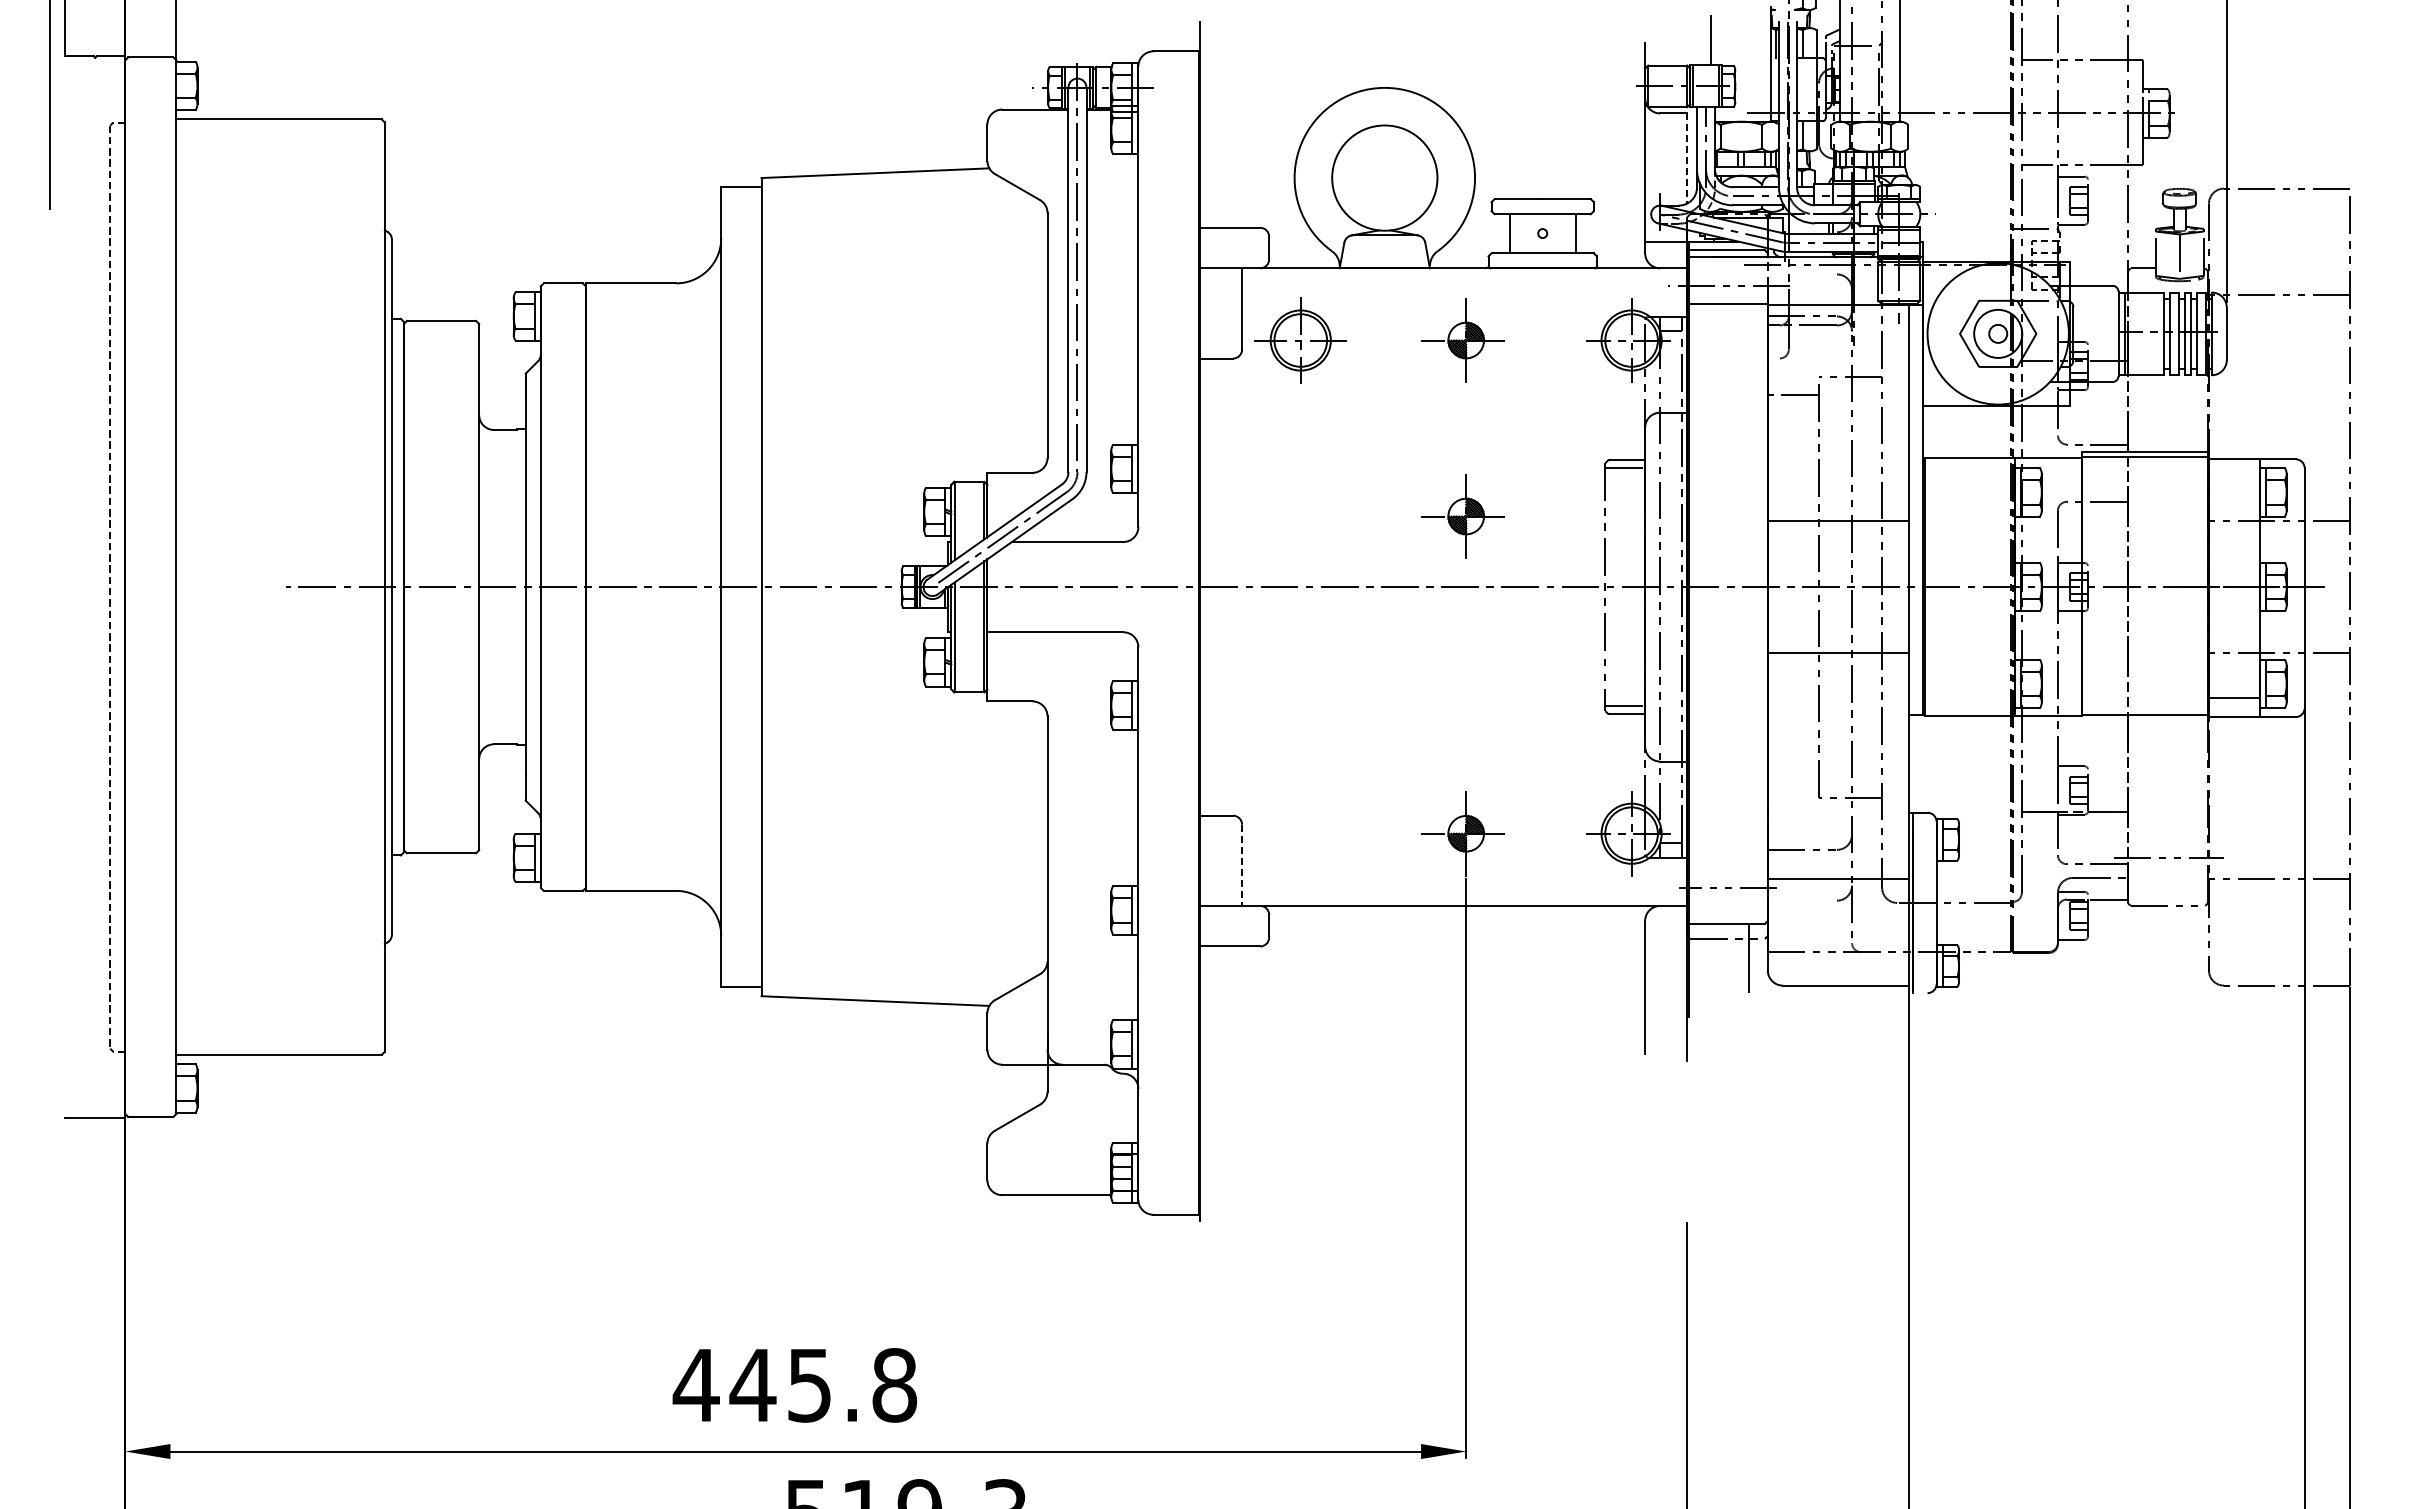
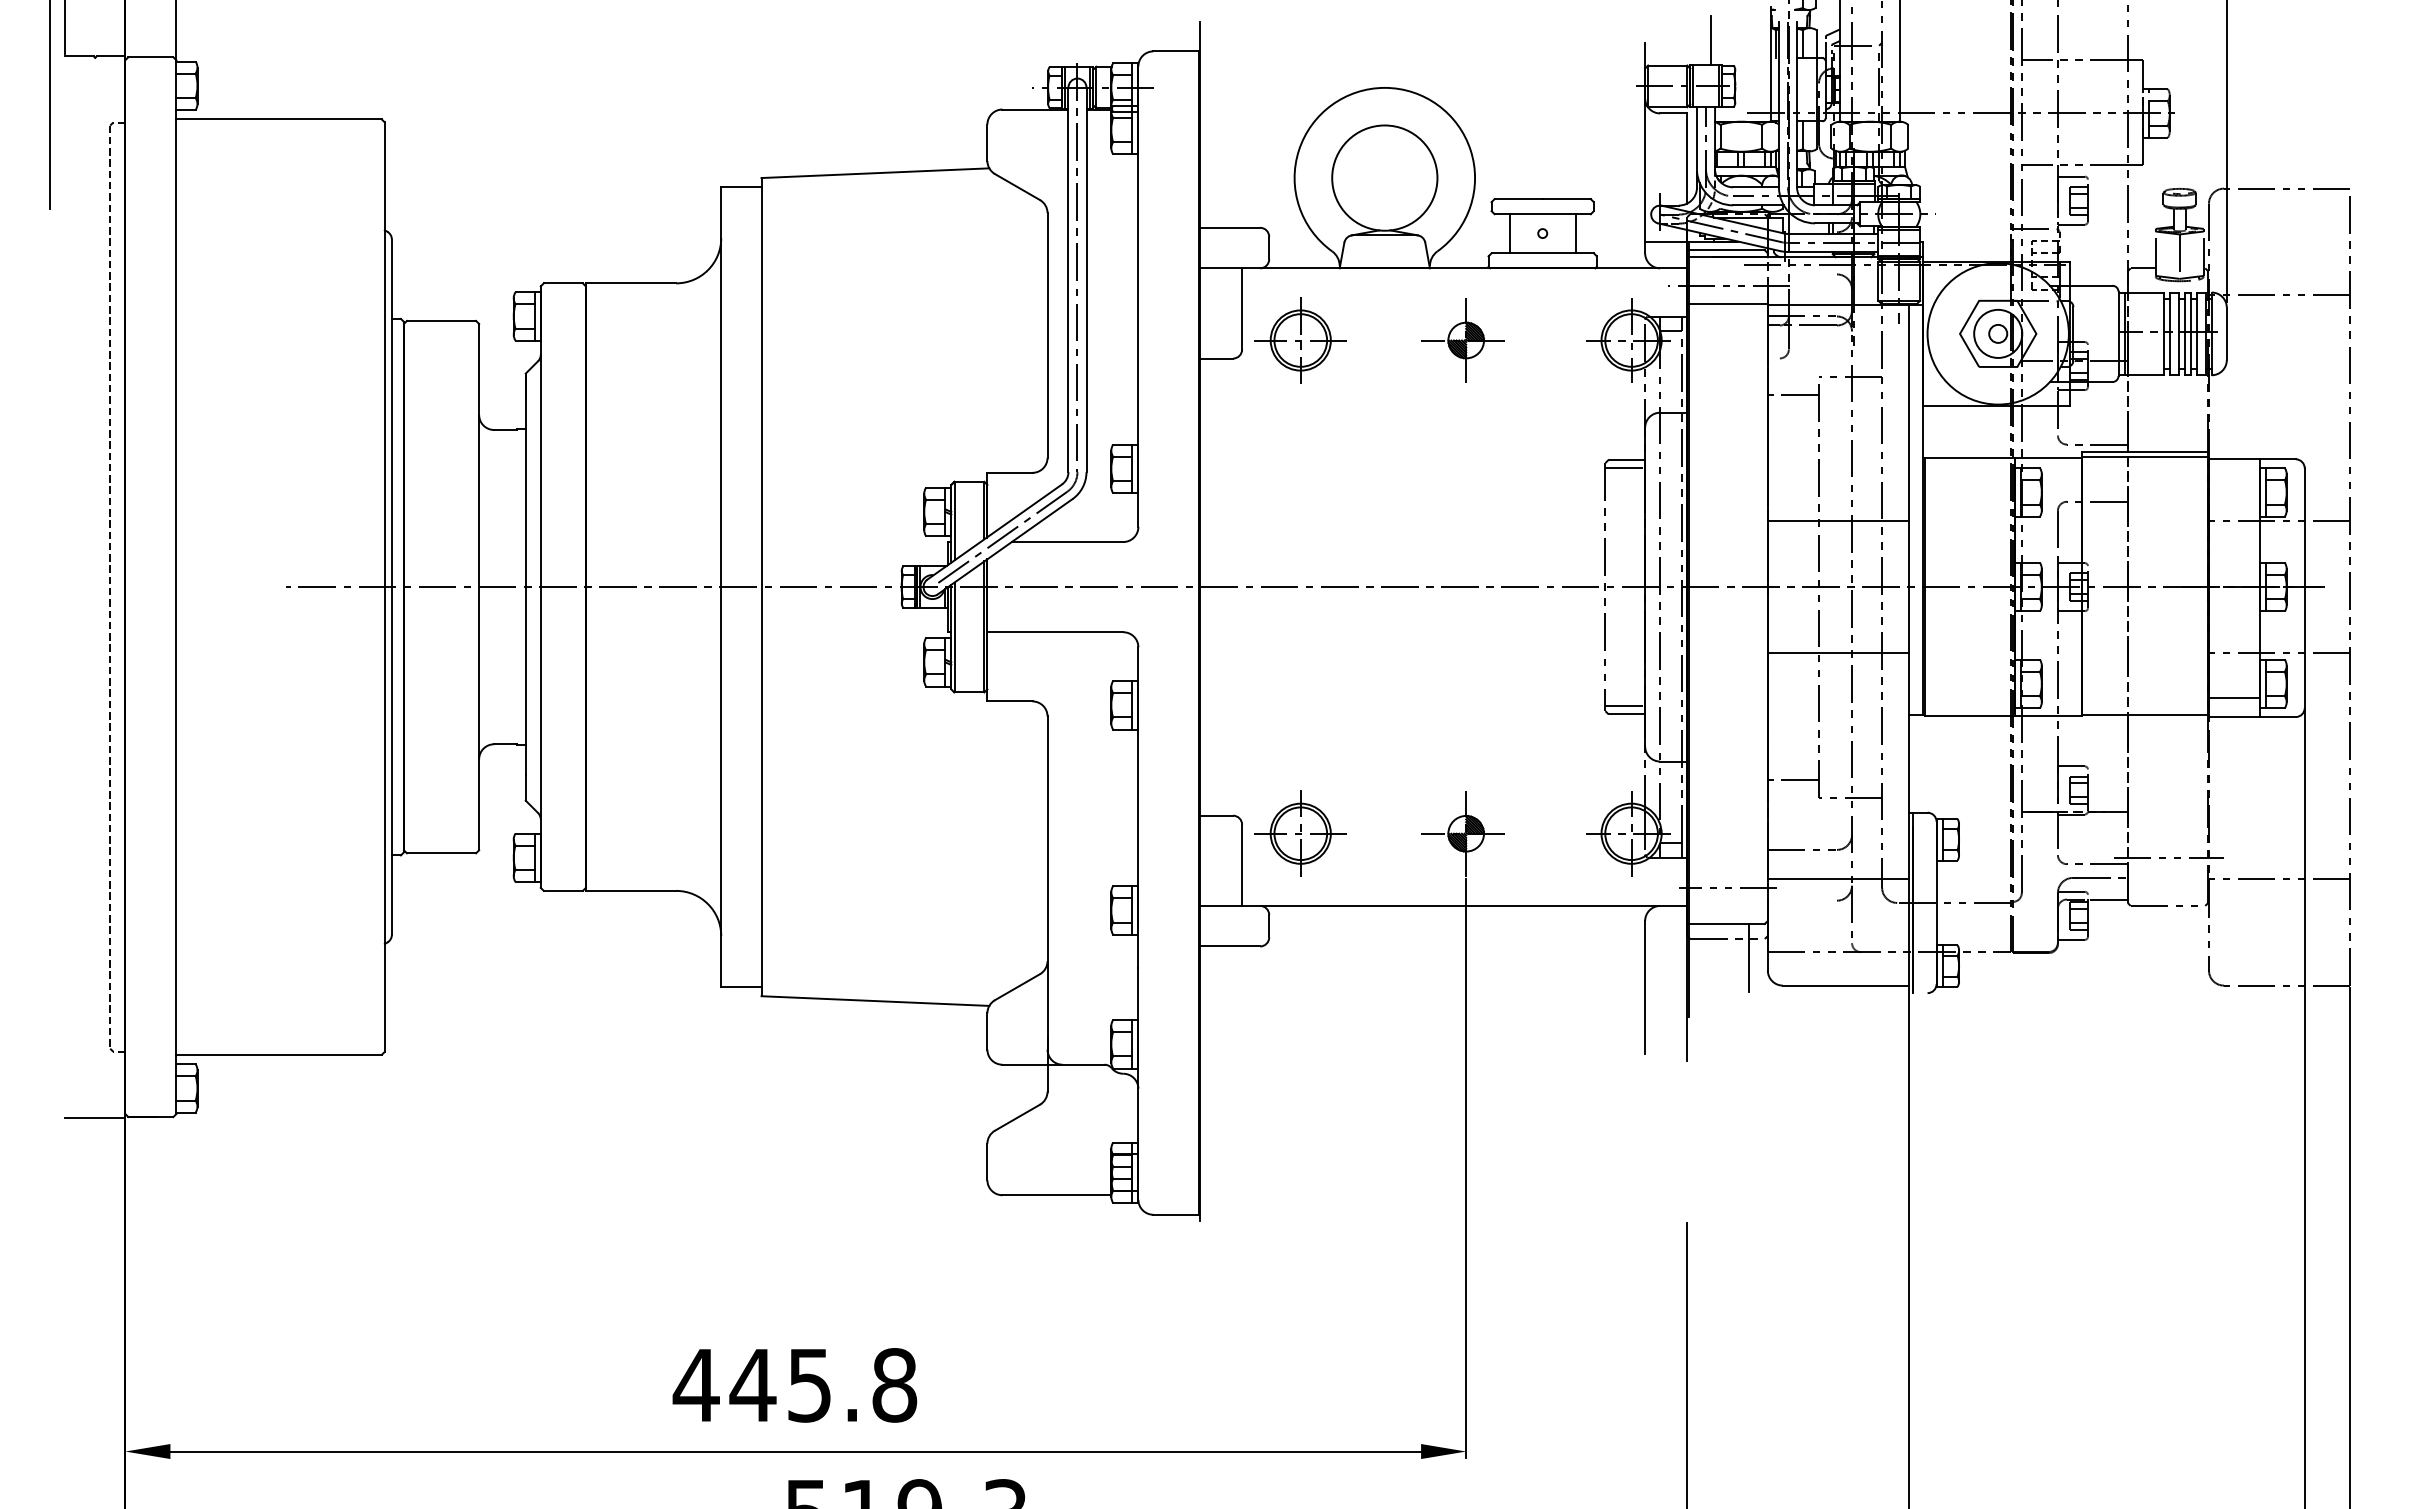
line at (1687, 159): dashed -> solid
part at (1462, 516): present -> none
line at (1792, 779): none -> present
part at (1300, 833): none -> present
line at (1242, 865): dashed -> solid
